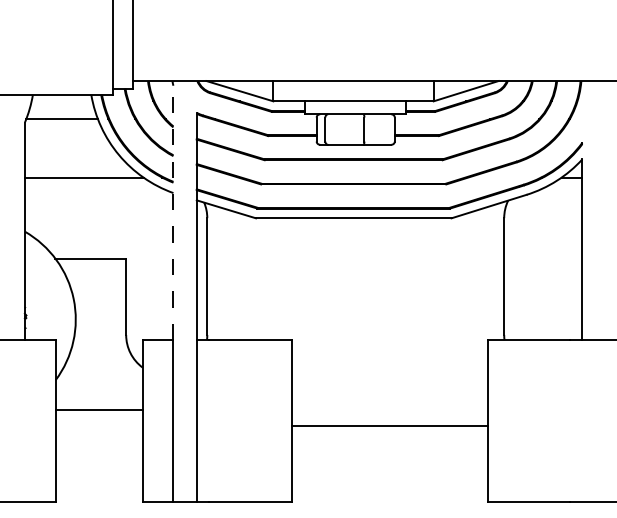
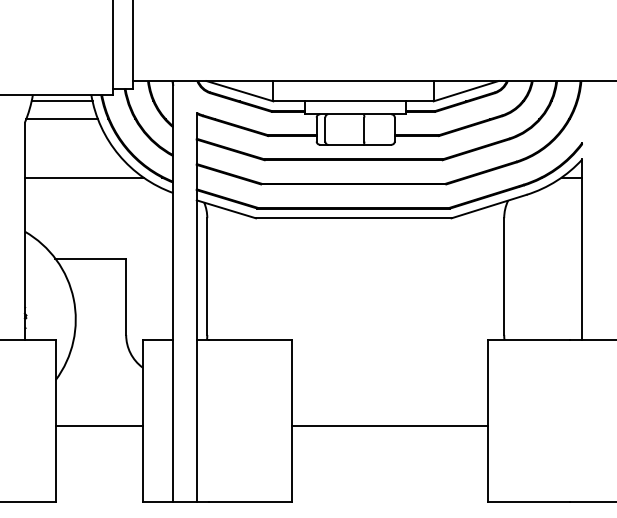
line at (61, 101): none -> present
line at (173, 211): dashed -> solid
line at (98, 409) position: (98, 409) -> (98, 425)
